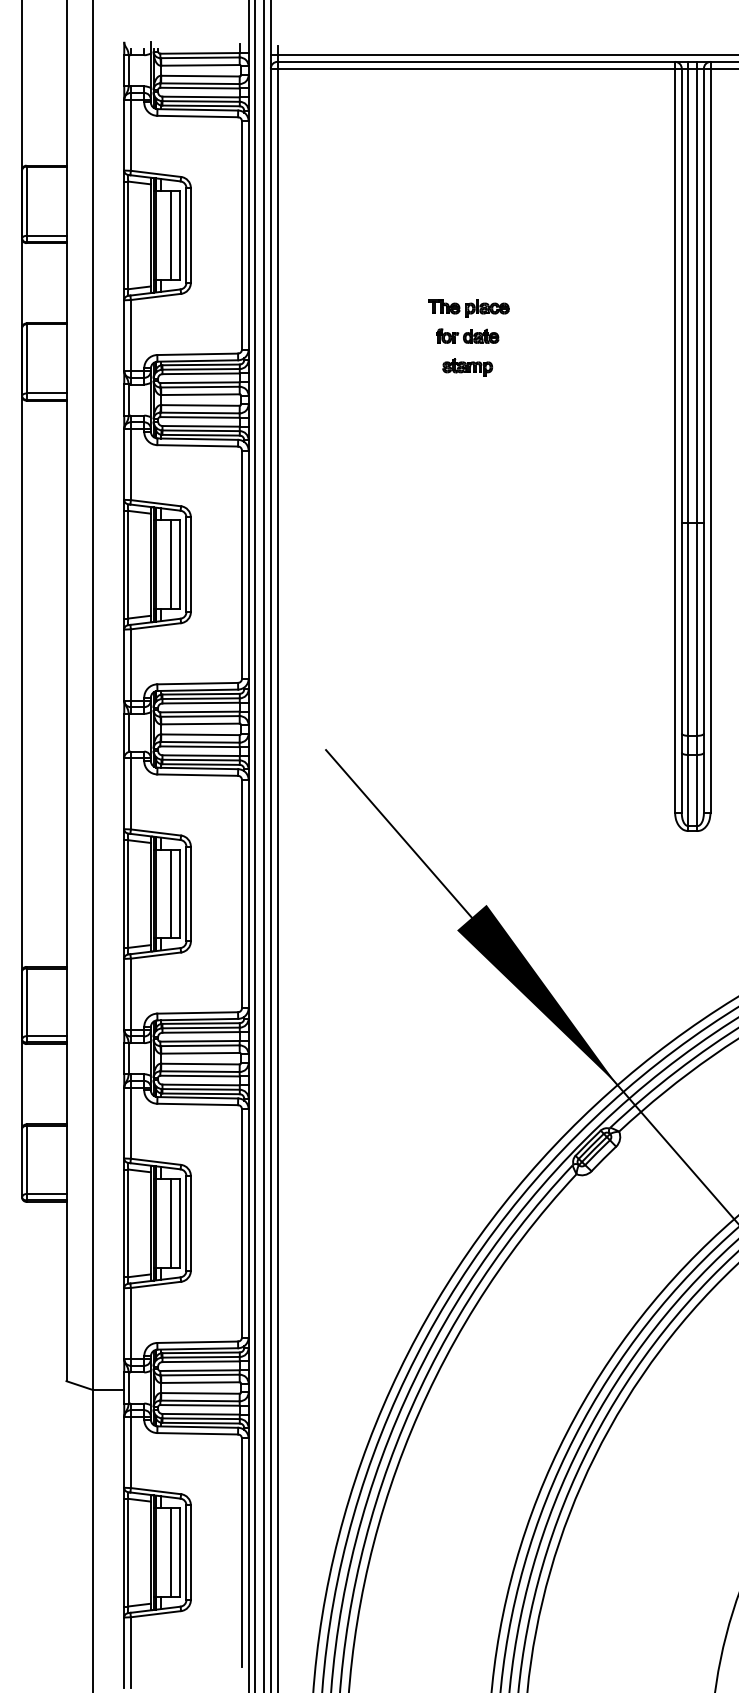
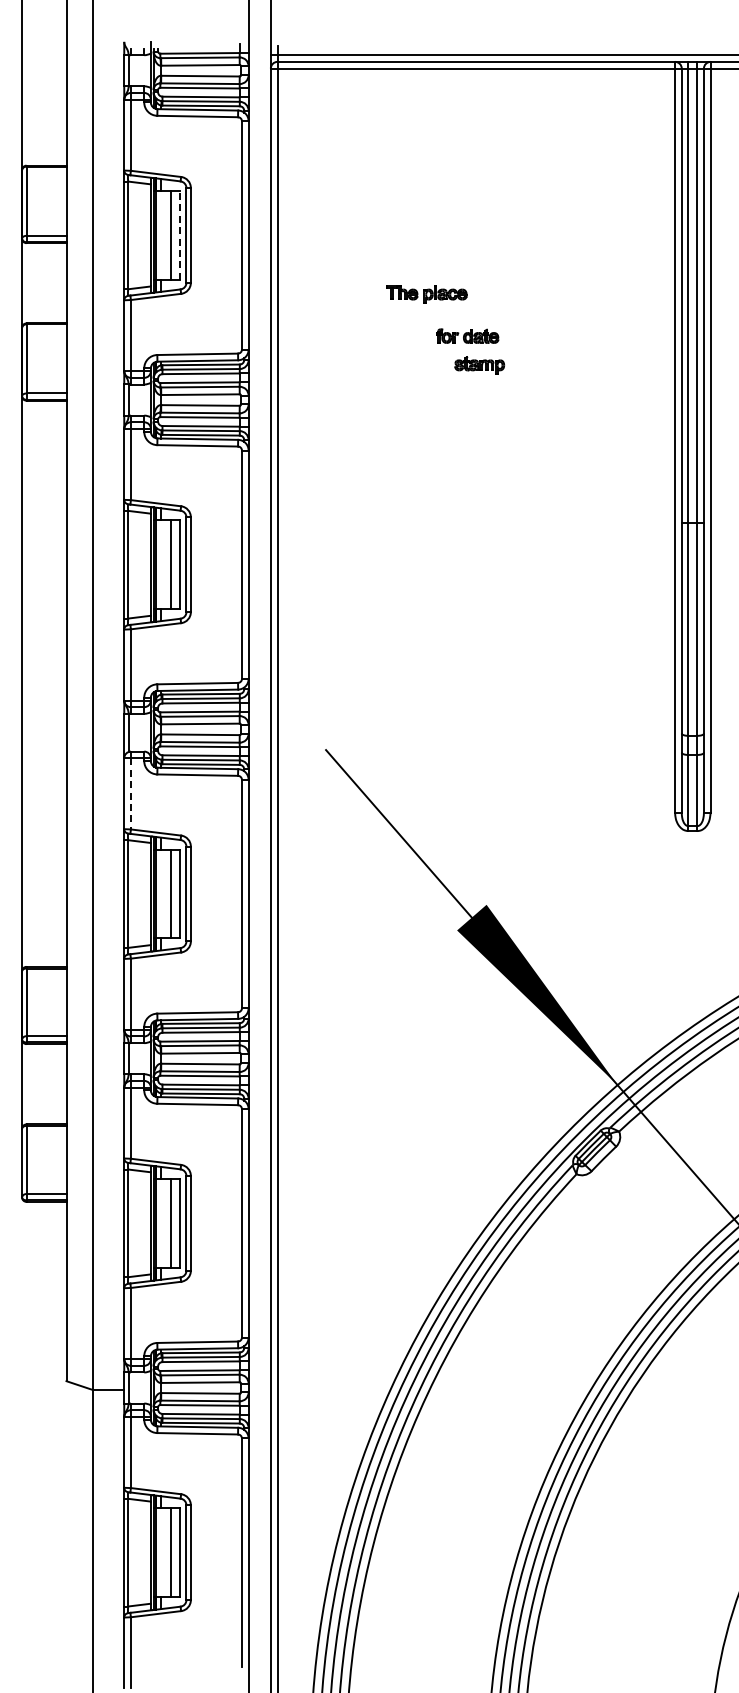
line at (180, 234): solid -> dashed
part at (468, 308) position: (468, 308) -> (426, 294)
part at (467, 367) position: (467, 367) -> (479, 365)
line at (130, 793): solid -> dashed
line at (255, 845): present -> none
line at (264, 845): present -> none
